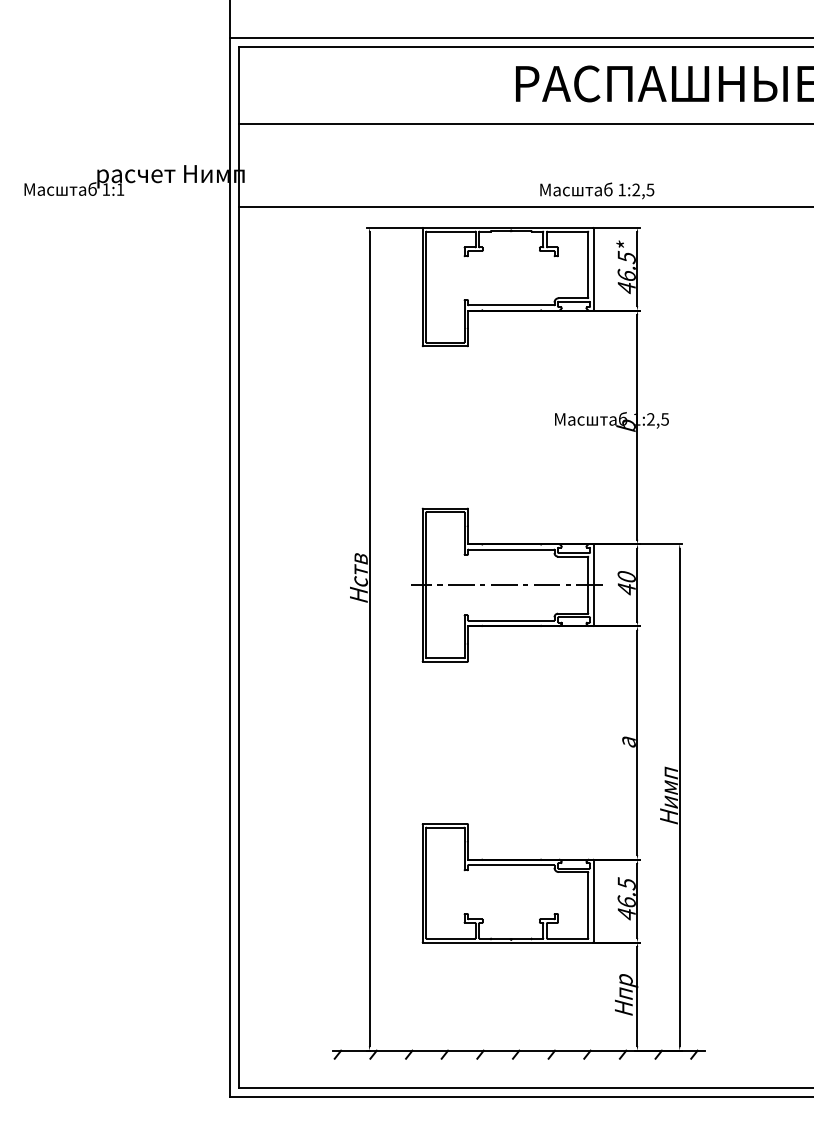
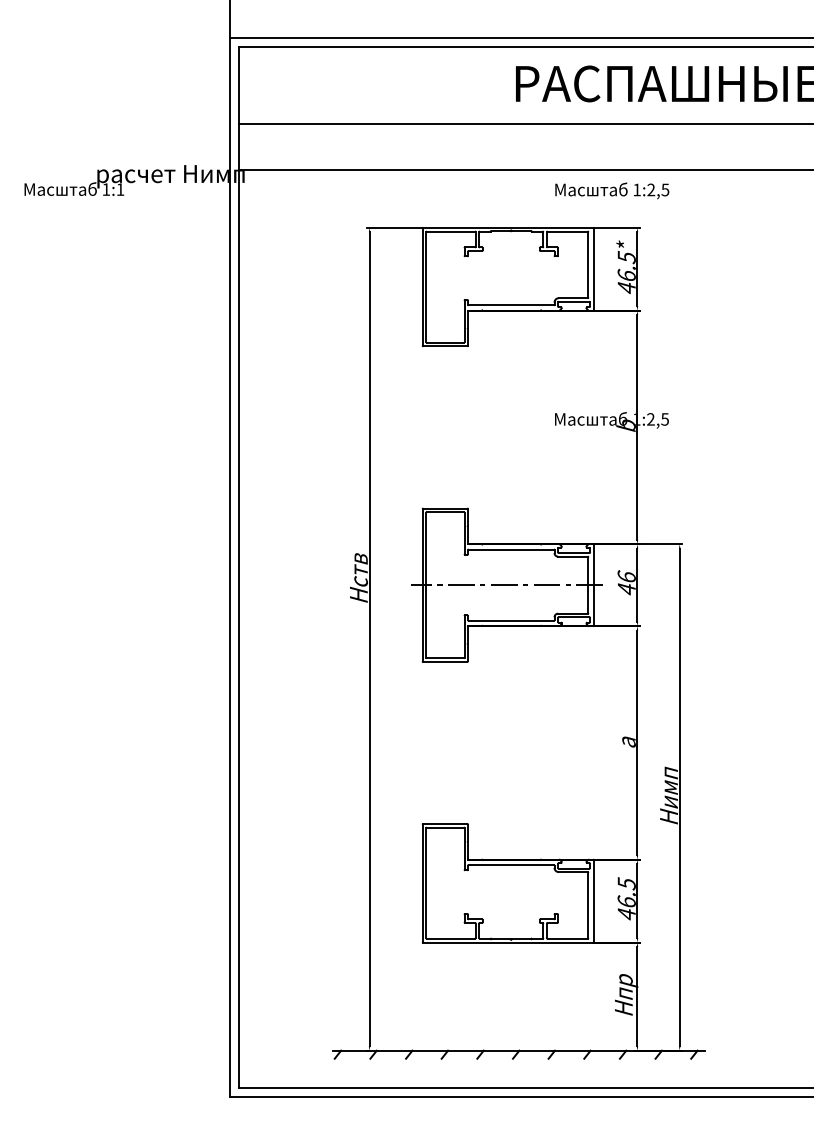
text at (597, 190) position: (597, 190) -> (612, 190)
line at (524, 207) position: (524, 207) -> (524, 170)
text at (626, 576): 40 -> 46
